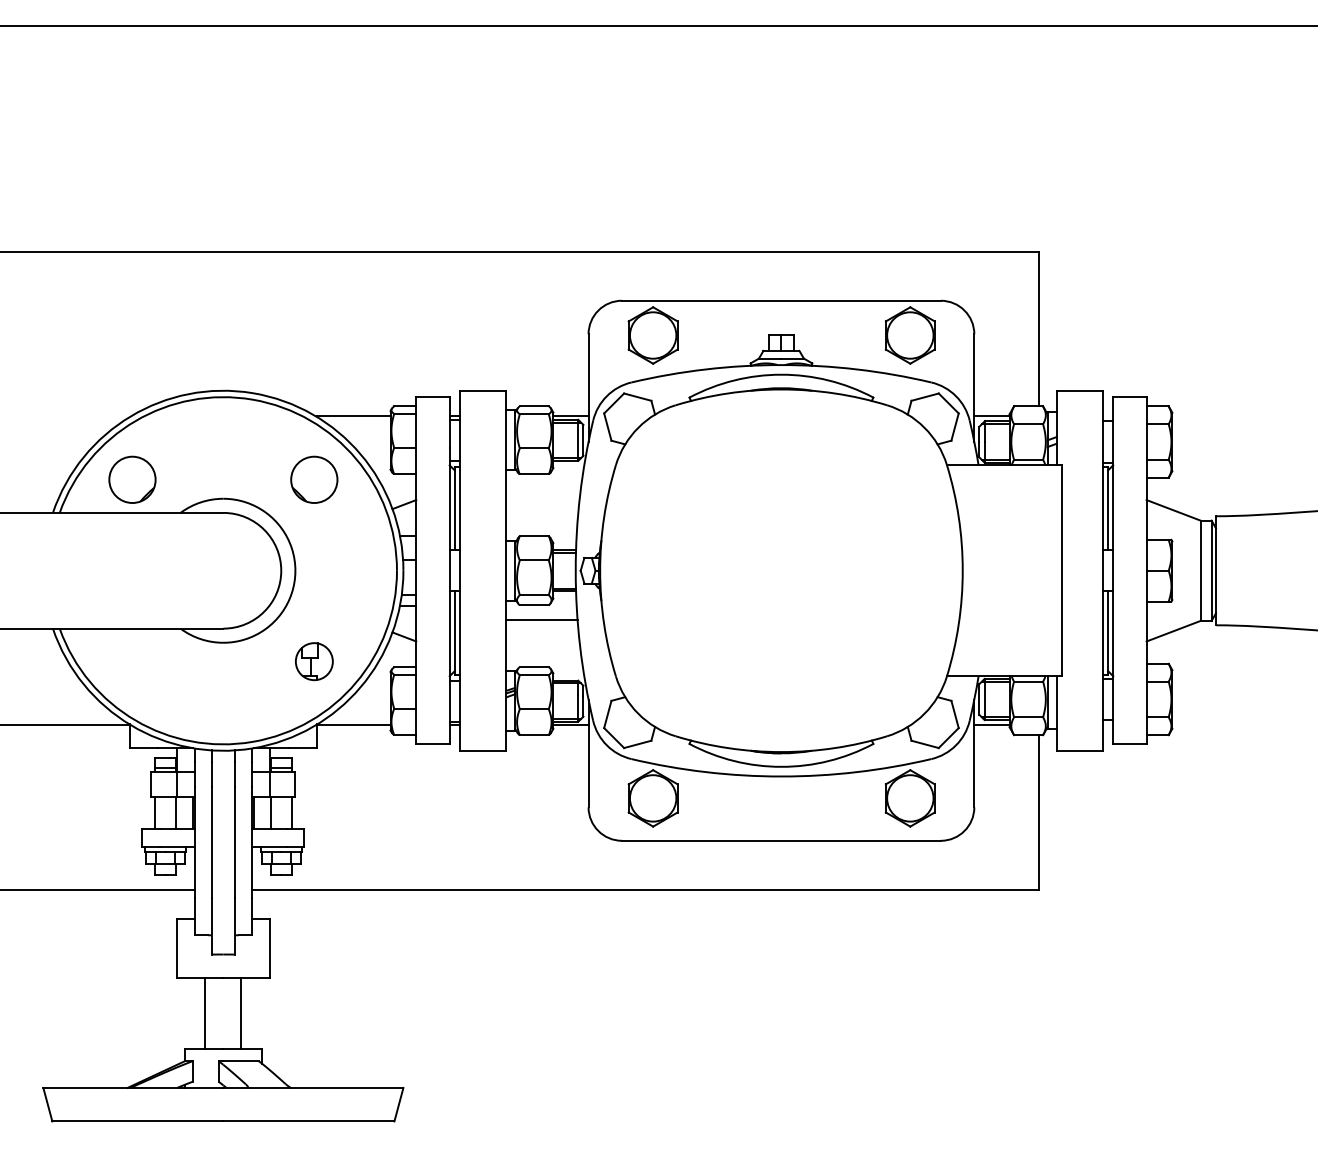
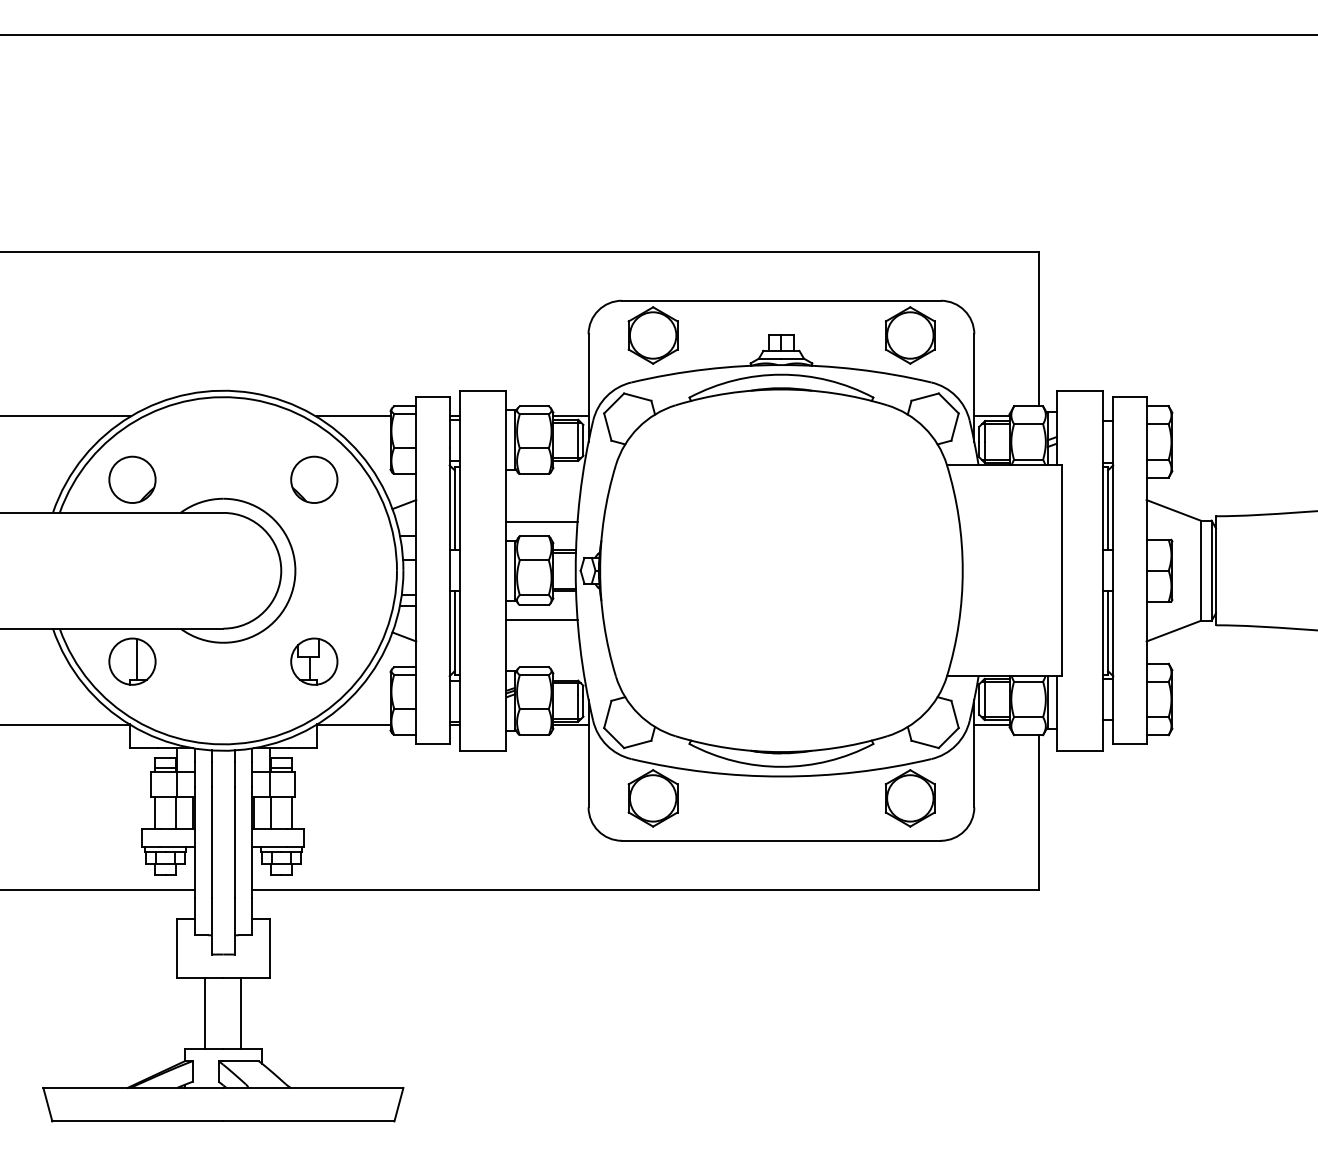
line at (658, 25) position: (658, 25) -> (658, 34)
line at (66, 416): none -> present
line at (541, 521): none -> present
part at (132, 661): none -> present
part at (314, 661) size: 39x40 px -> 49x49 px
